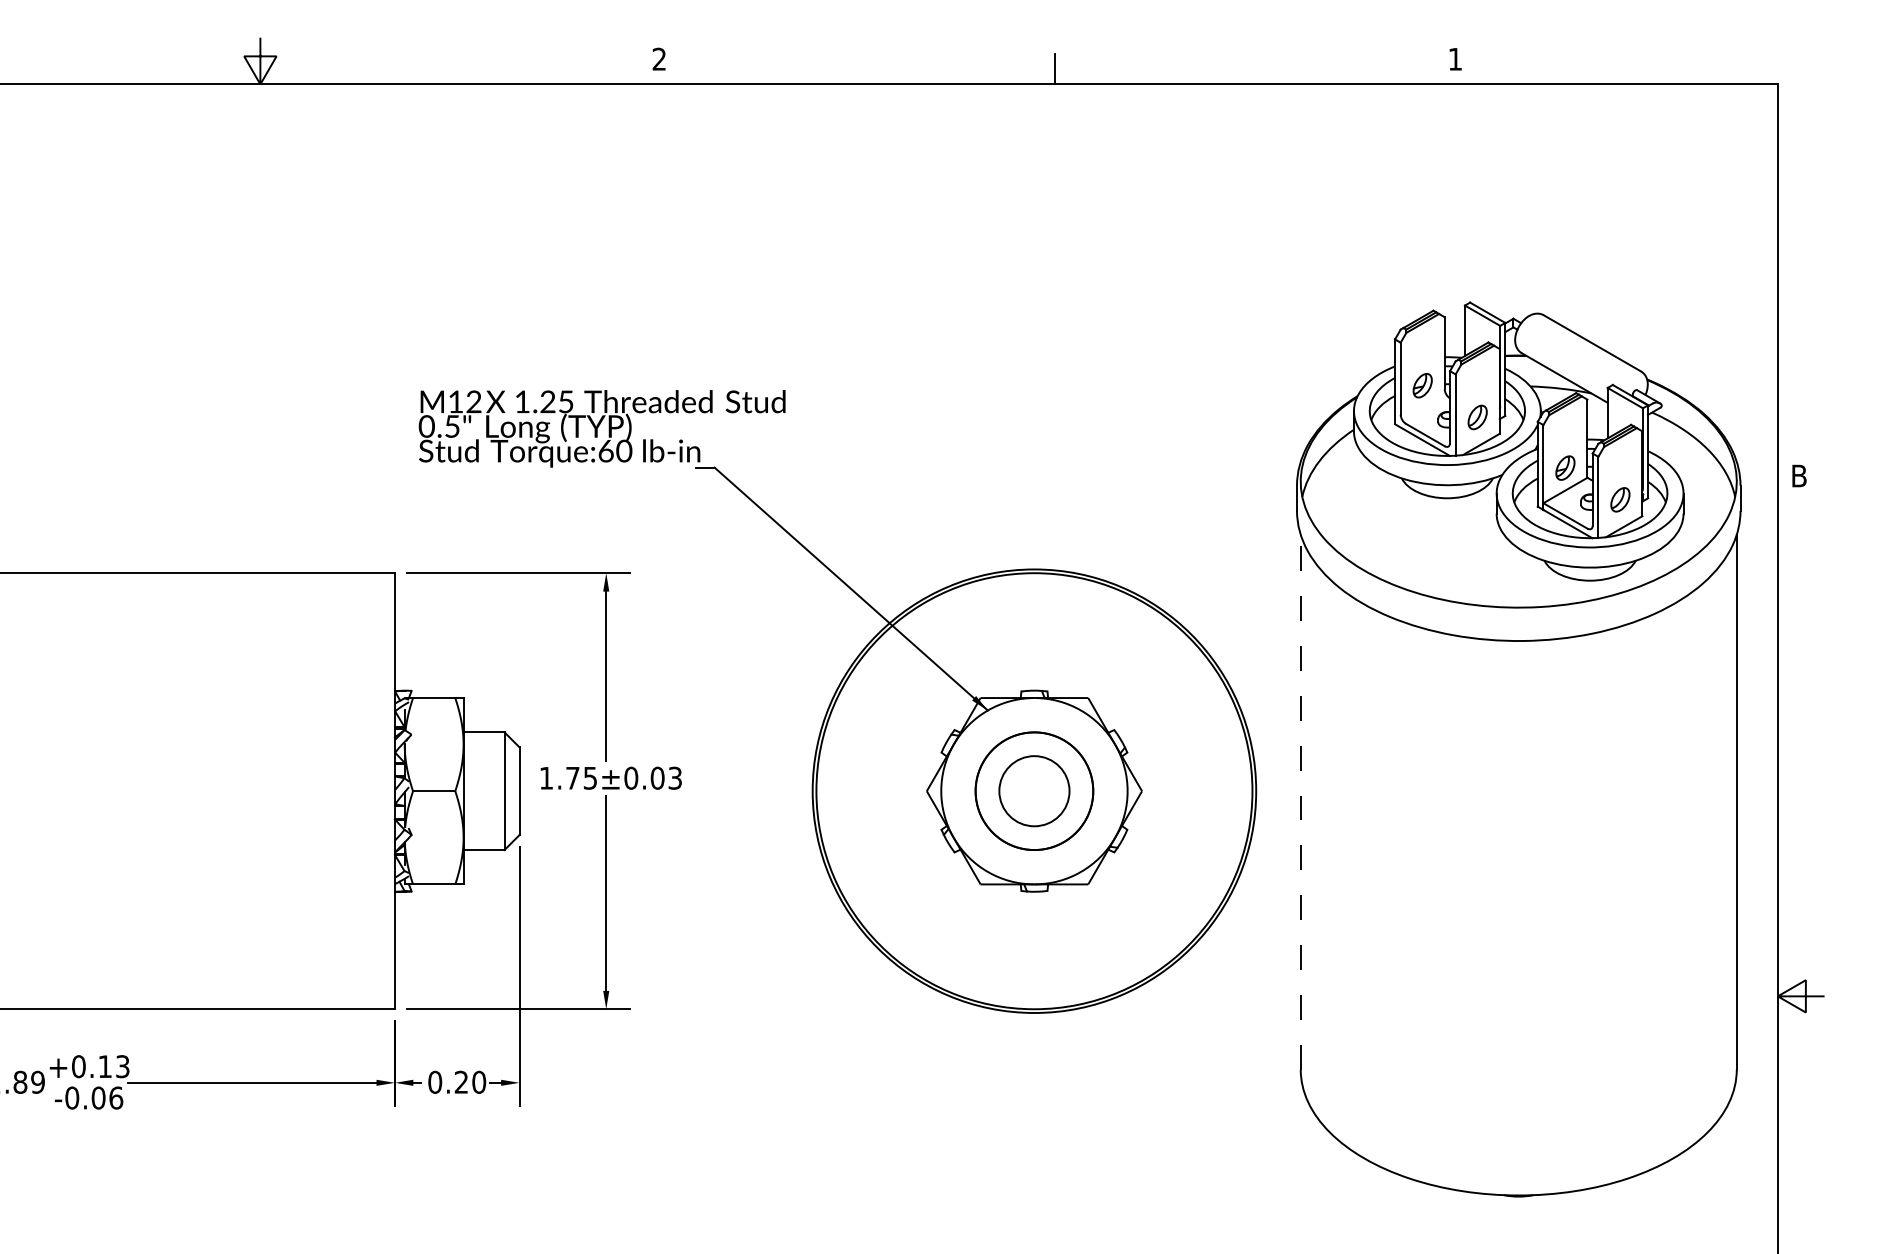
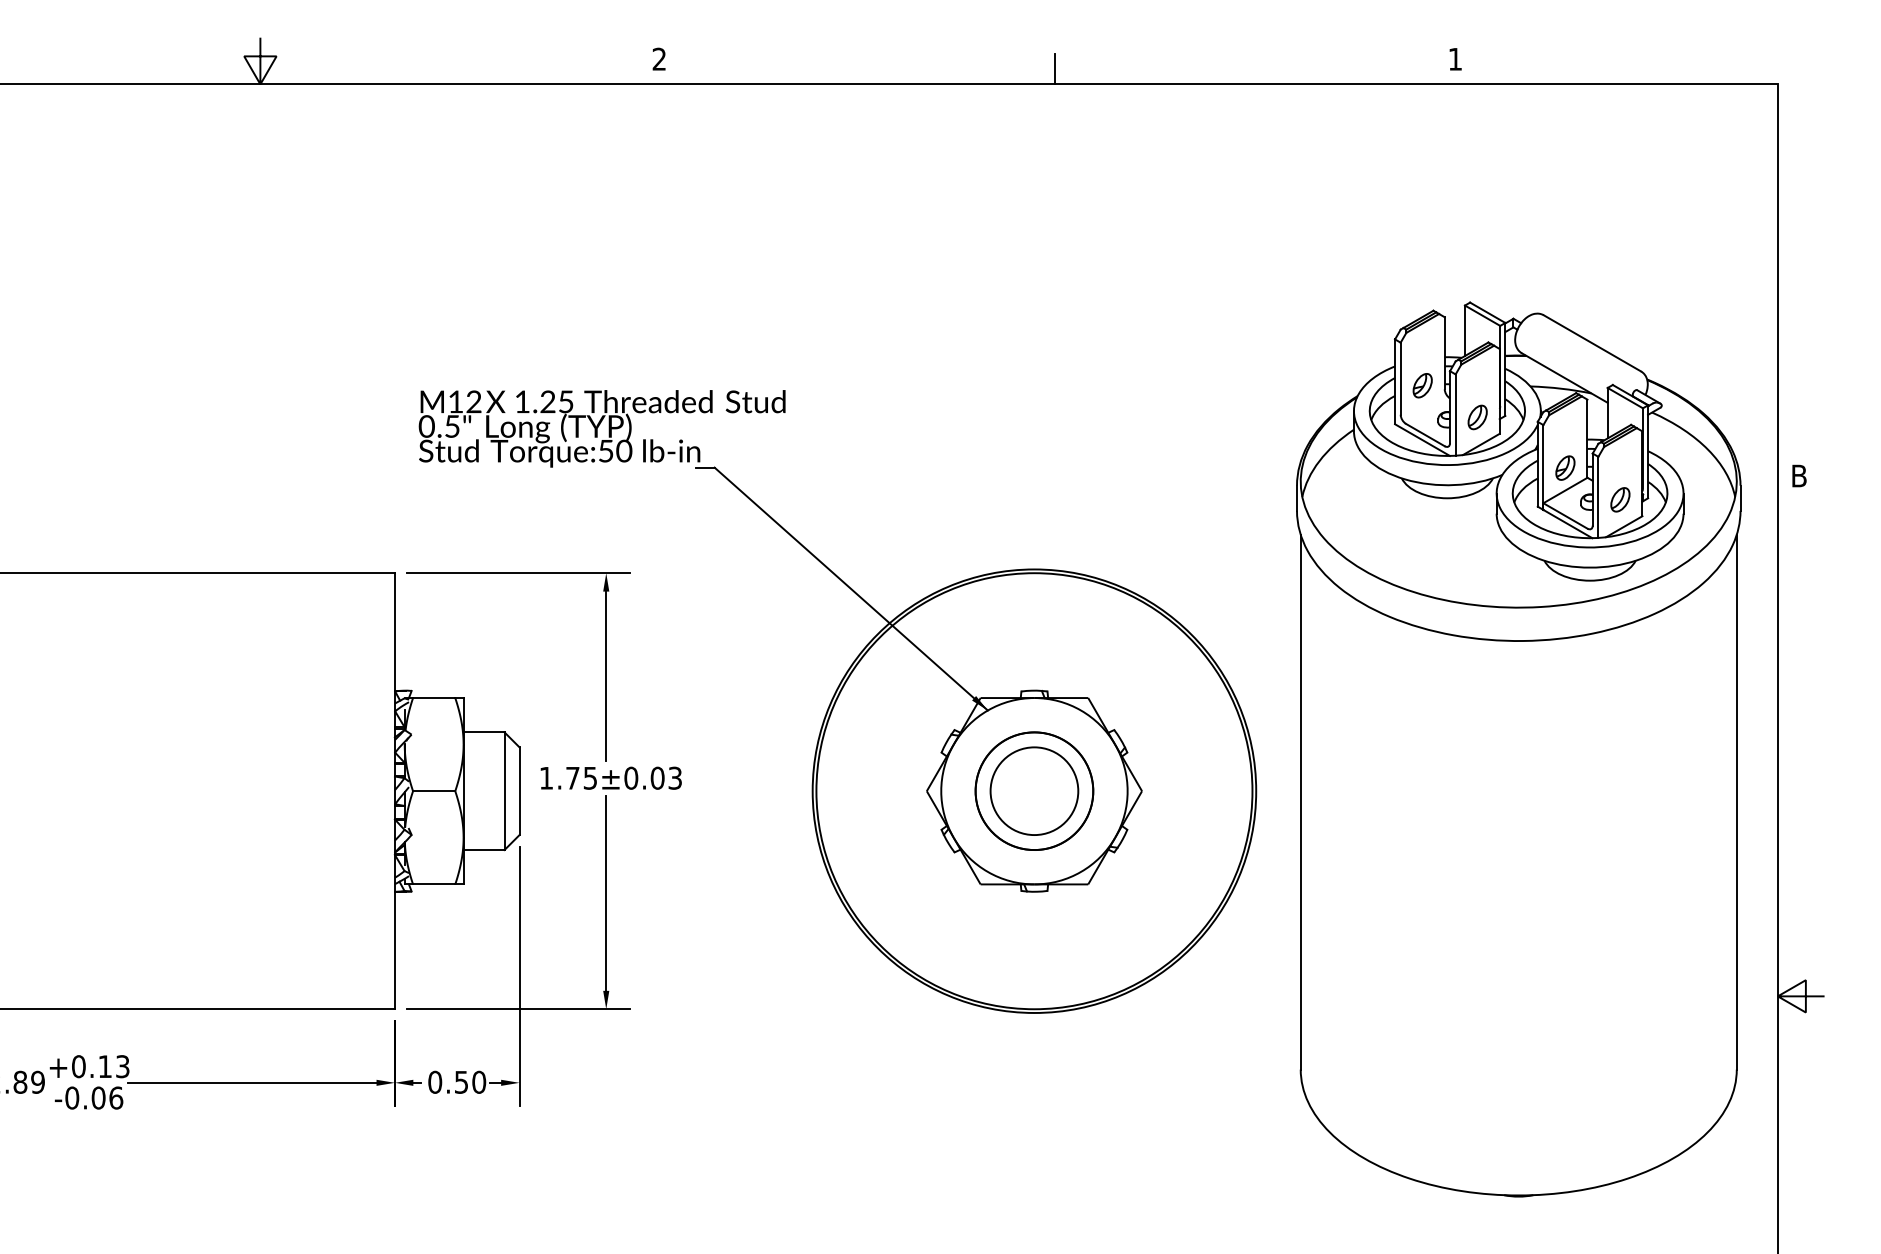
text at (605, 451): Torque:60 -> Torque:50
circle at (1034, 791) diameter: 70 px -> 88 px
line at (1300, 801): dashed -> solid
text at (460, 1081): 0.20 -> 0.50
